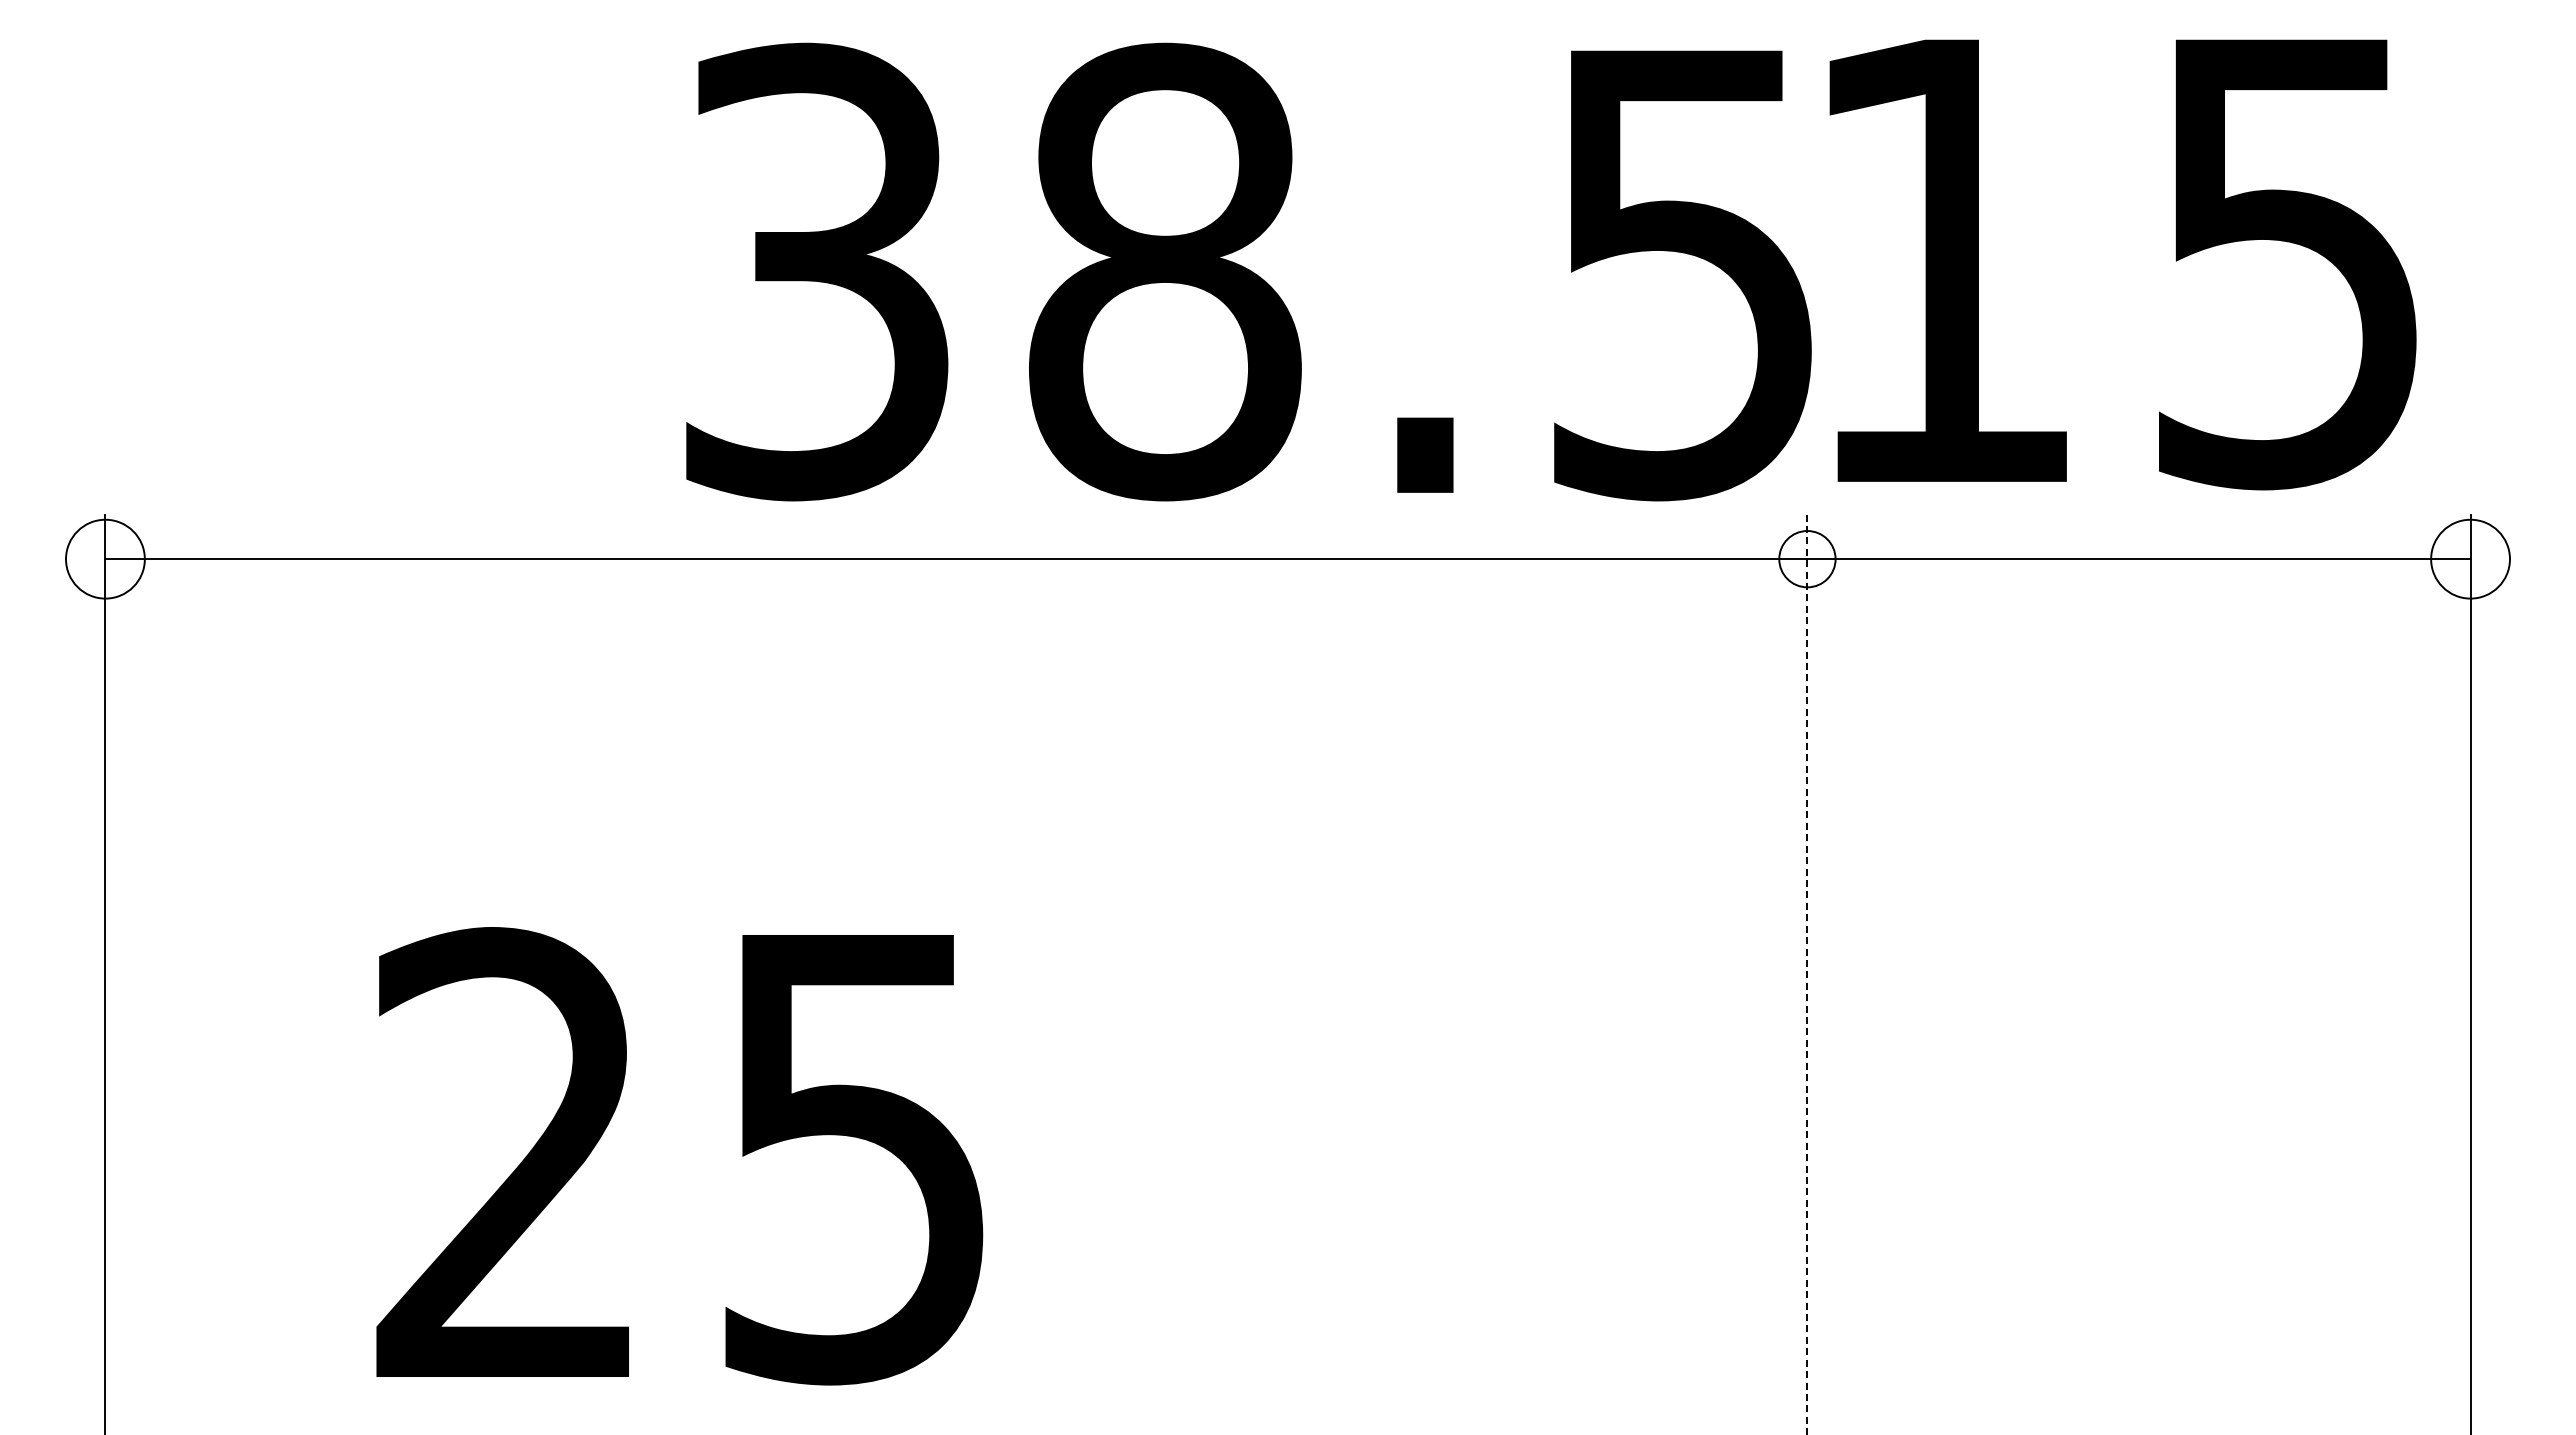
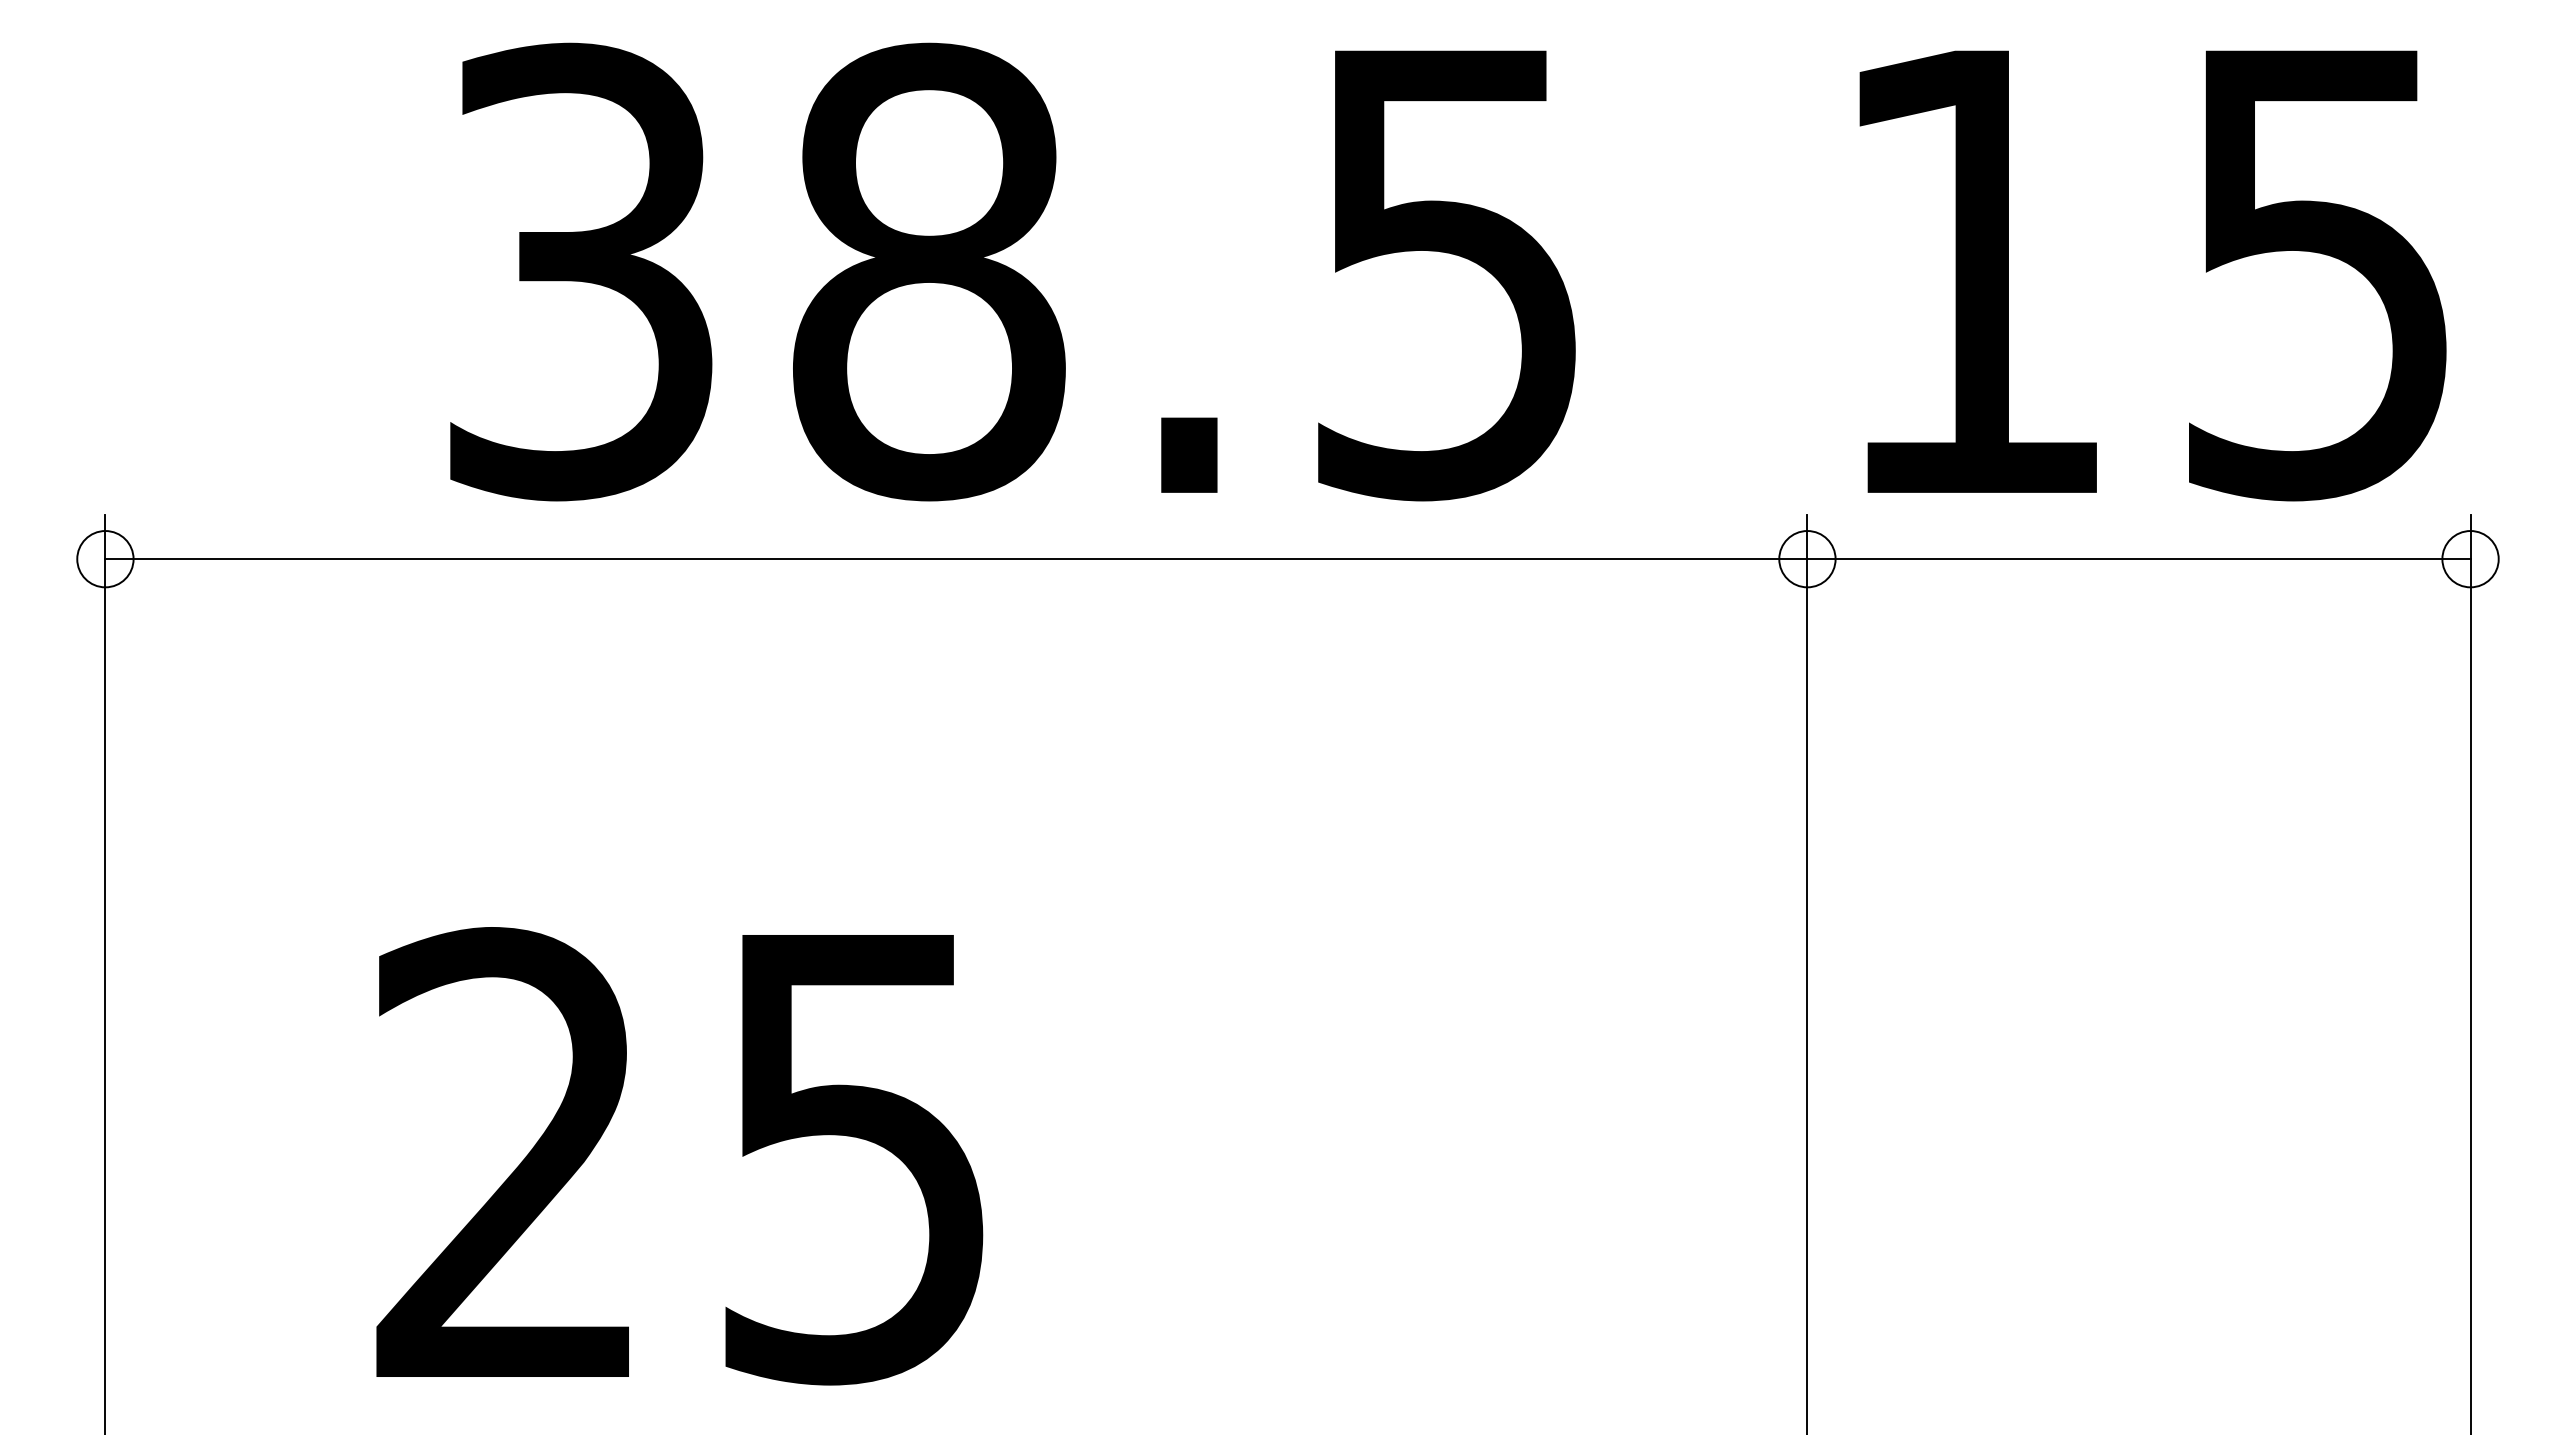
text at (2122, 264) position: (2122, 264) -> (2152, 275)
text at (1248, 271) position: (1248, 271) -> (1012, 271)
circle at (105, 558) diameter: 79 px -> 56 px
circle at (2470, 558) diameter: 79 px -> 56 px
line at (1807, 974): dashed -> solid
